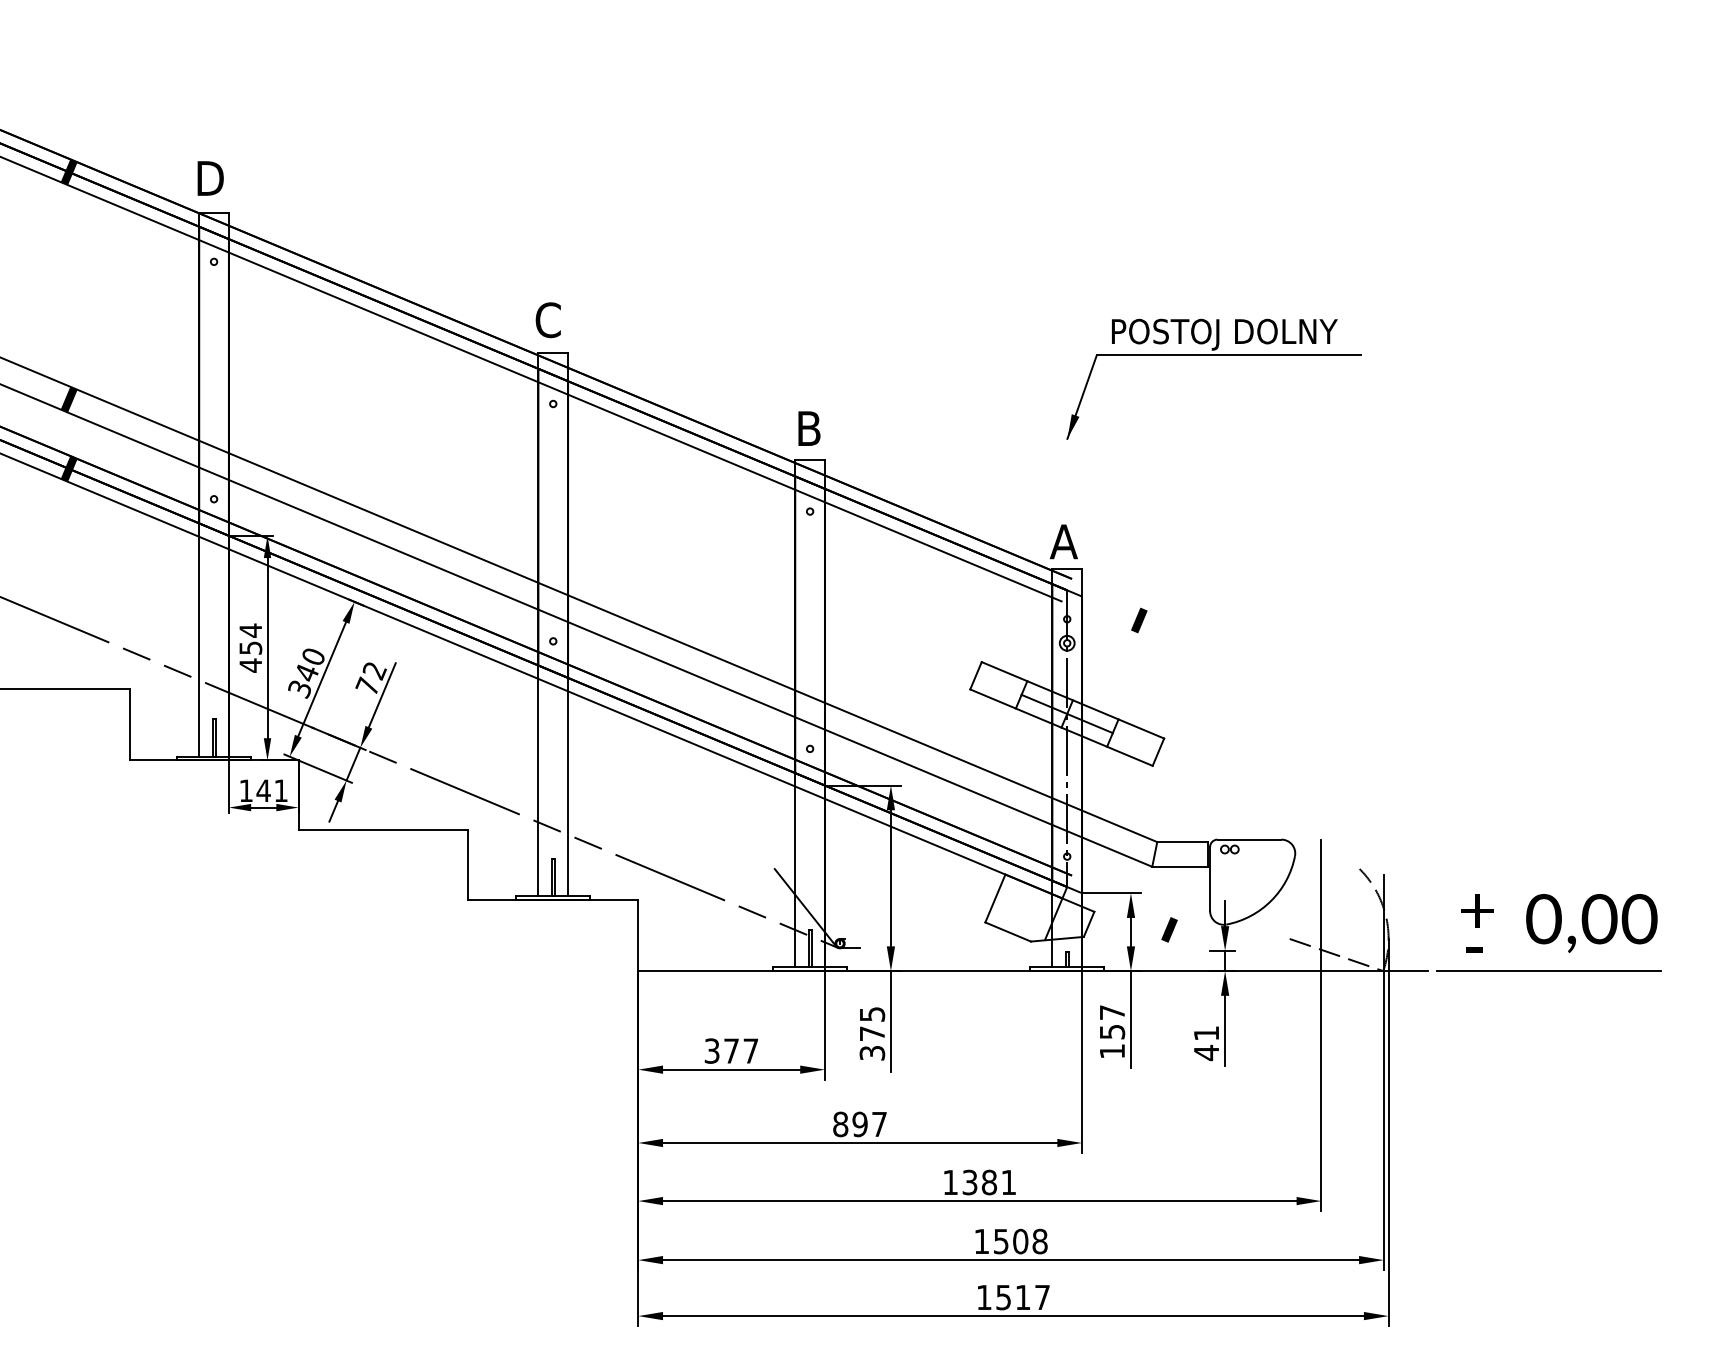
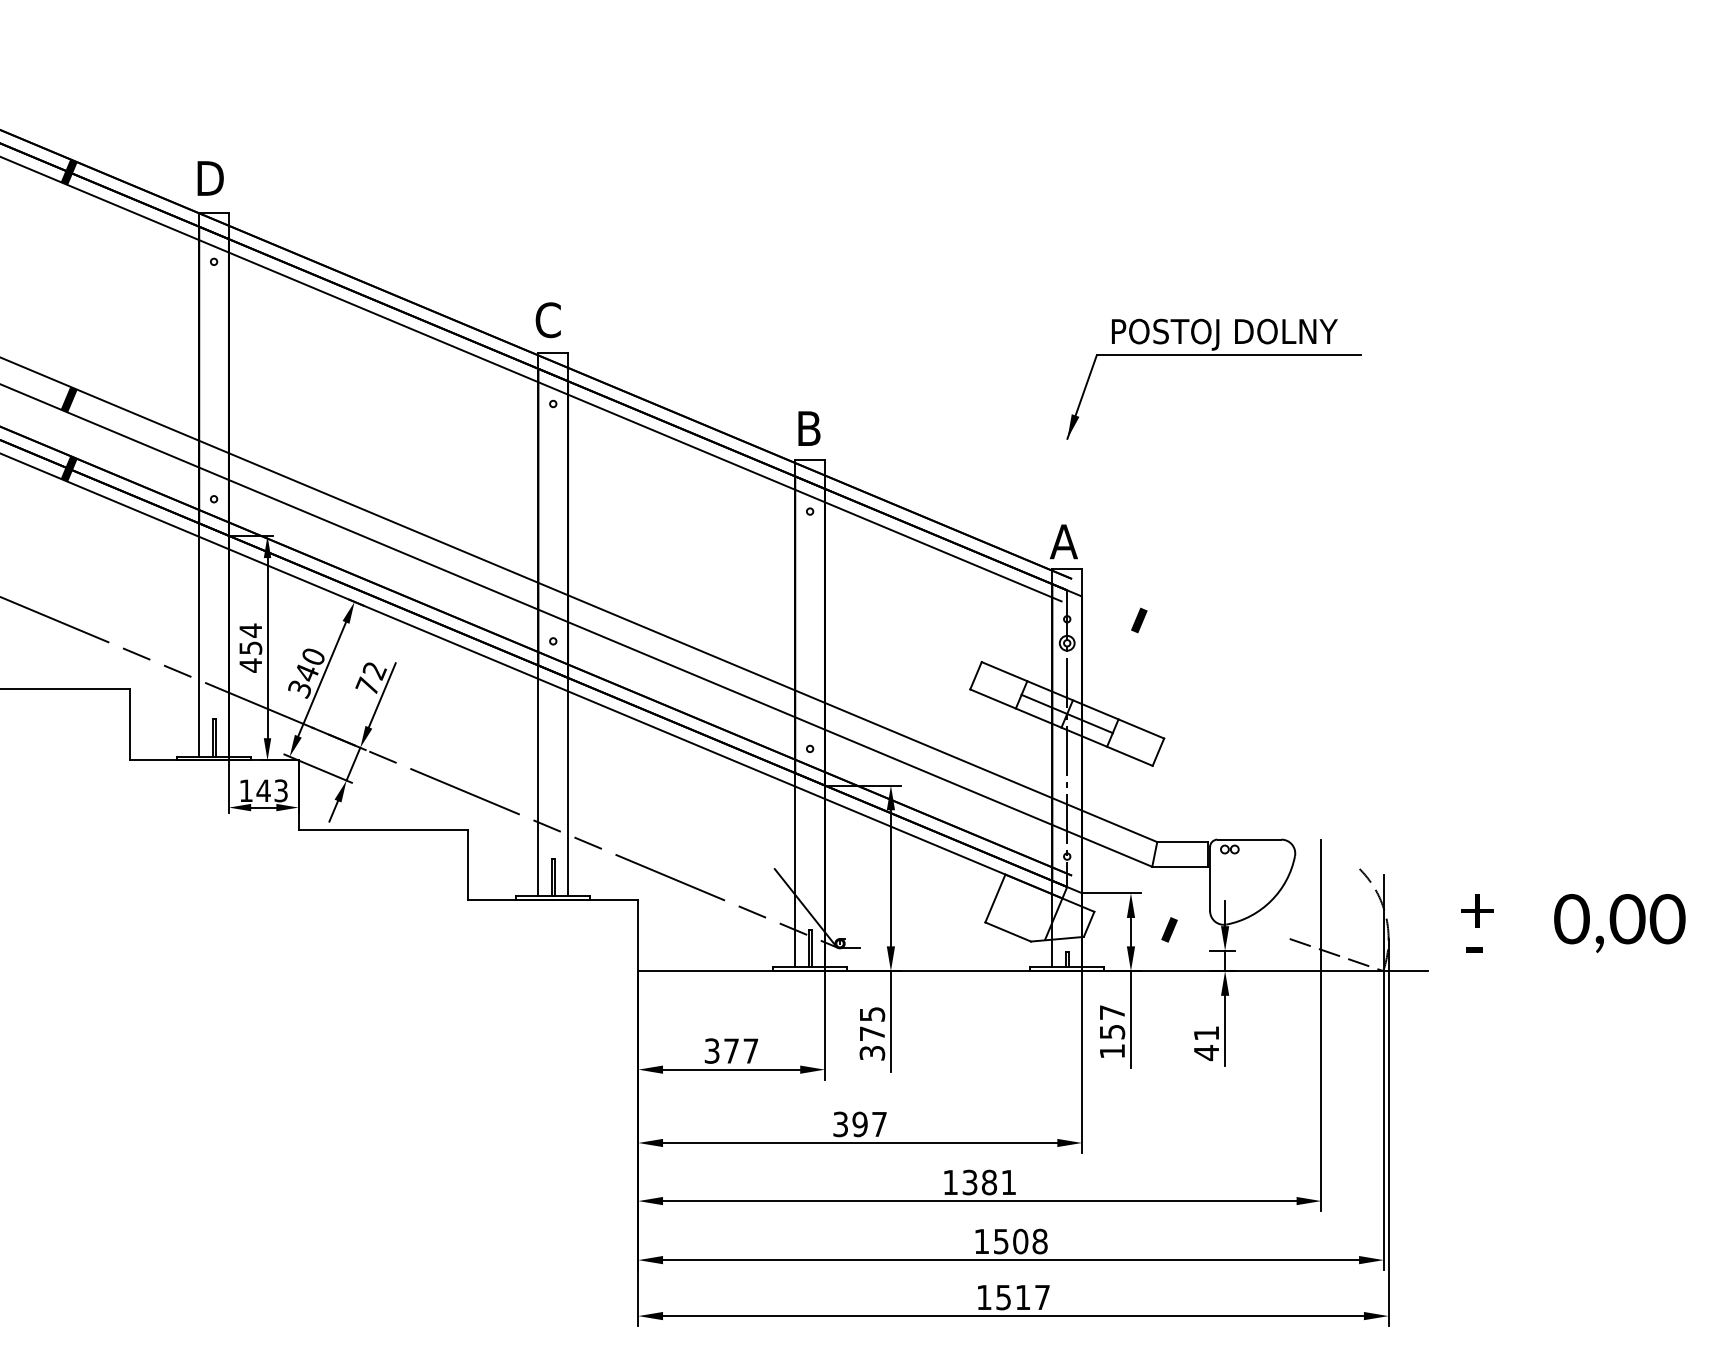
text at (280, 790): 141 -> 143
text at (1591, 923) position: (1591, 923) -> (1619, 923)
line at (1548, 970): present -> none
text at (840, 1124): 897 -> 397
